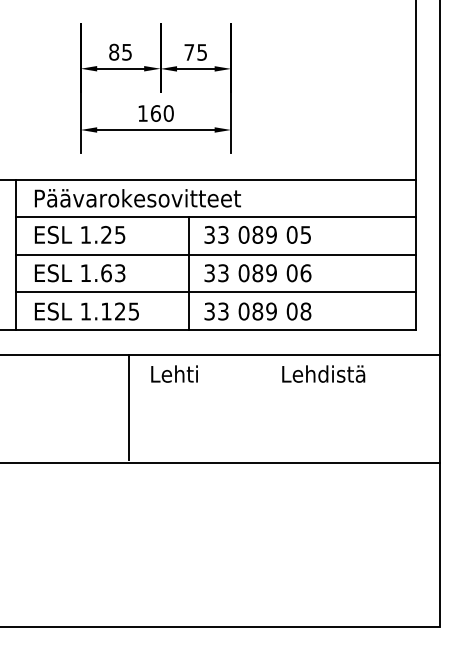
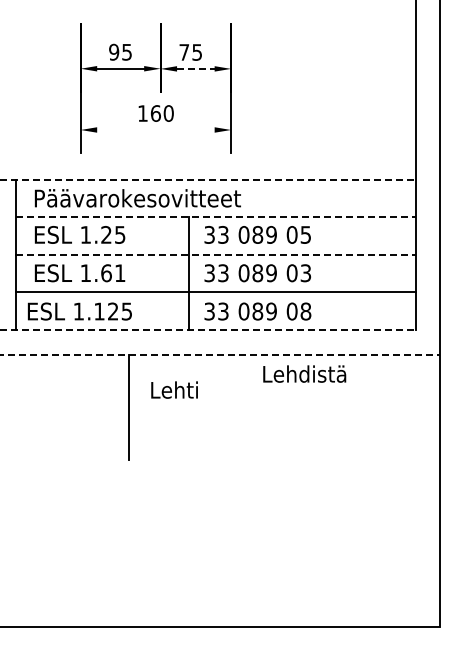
text at (114, 52): 85 -> 95
text at (195, 52) position: (195, 52) -> (190, 52)
line at (195, 68): solid -> dashed
line at (155, 130): present -> none
line at (208, 179): solid -> dashed
line at (215, 217): solid -> dashed
line at (215, 254): solid -> dashed
text at (120, 273): 1.63 -> 1.61
text at (305, 273): 06 -> 03
text at (86, 311) position: (86, 311) -> (79, 311)
line at (208, 329): solid -> dashed
line at (220, 354): solid -> dashed
text at (174, 373) position: (174, 373) -> (174, 389)
text at (323, 373) position: (323, 373) -> (304, 373)
line at (221, 463): present -> none
